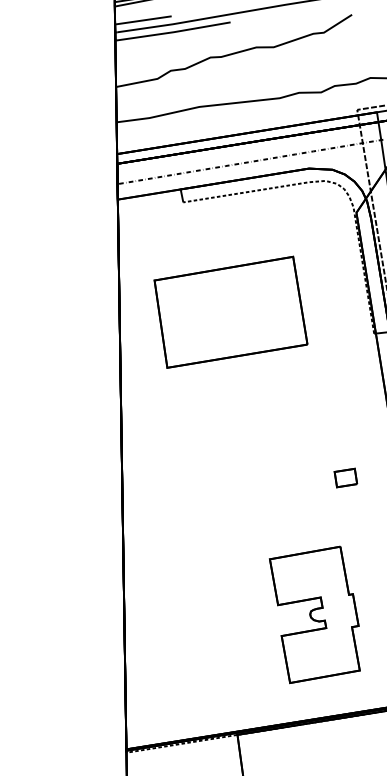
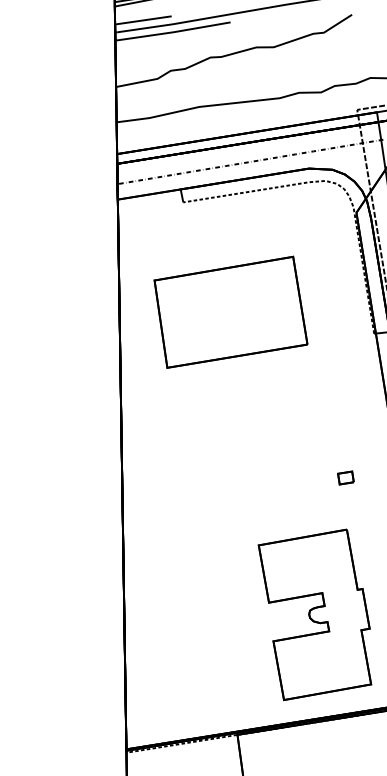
part at (345, 477) size: 26x22 px -> 18x16 px
part at (314, 614) size: 93x140 px -> 116x174 px
